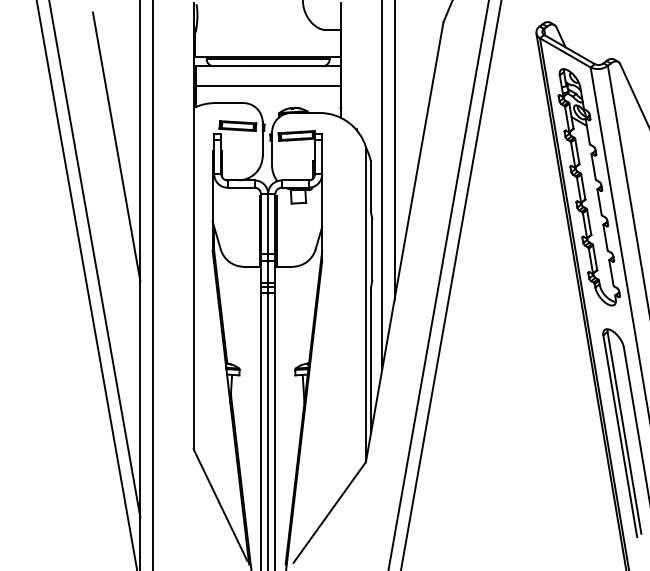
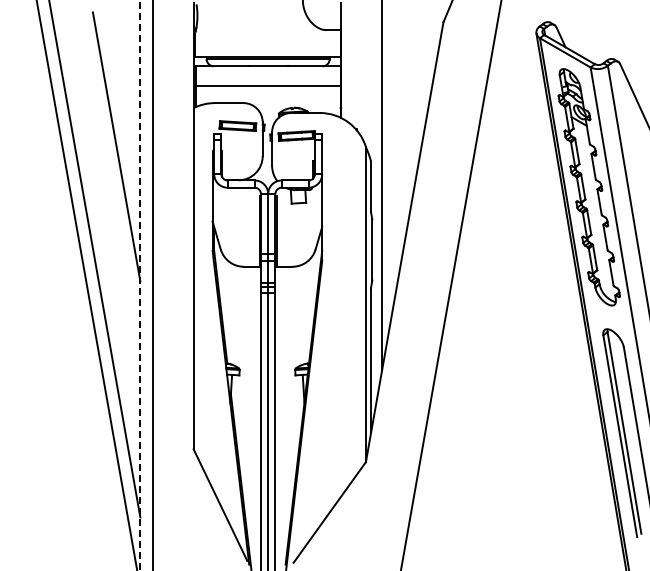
line at (394, 151): present -> none
line at (438, 284): present -> none
line at (140, 285): solid -> dashed
